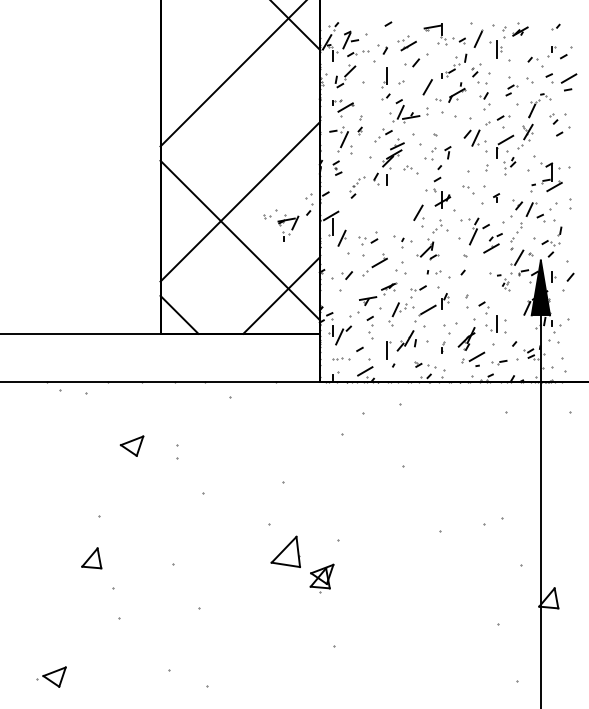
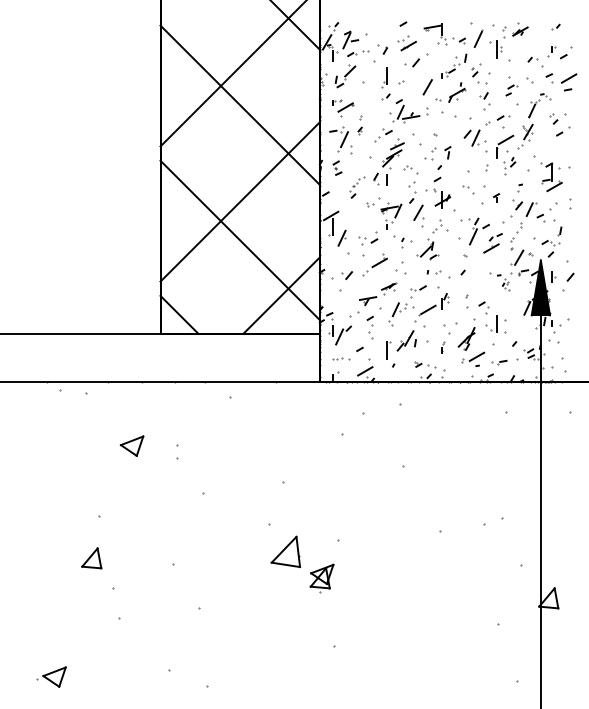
line at (388, 23) position: (388, 23) -> (403, 23)
line at (239, 104): none -> present
part at (532, 187) position: (532, 187) -> (519, 187)
part at (288, 217) position: (288, 217) -> (391, 205)
